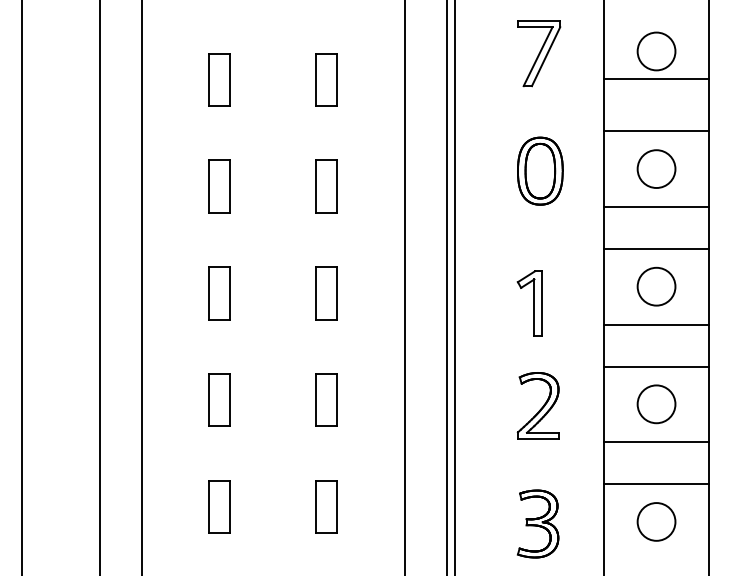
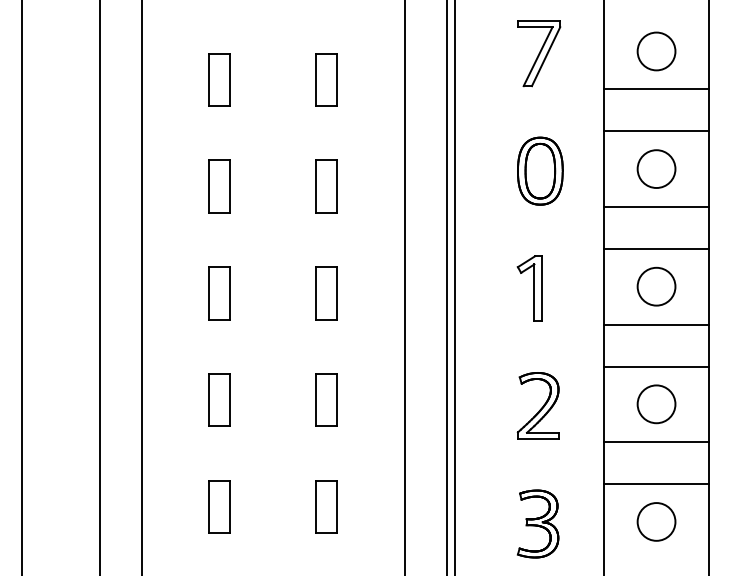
line at (656, 79) position: (656, 79) -> (656, 89)
part at (529, 303) position: (529, 303) -> (529, 288)
